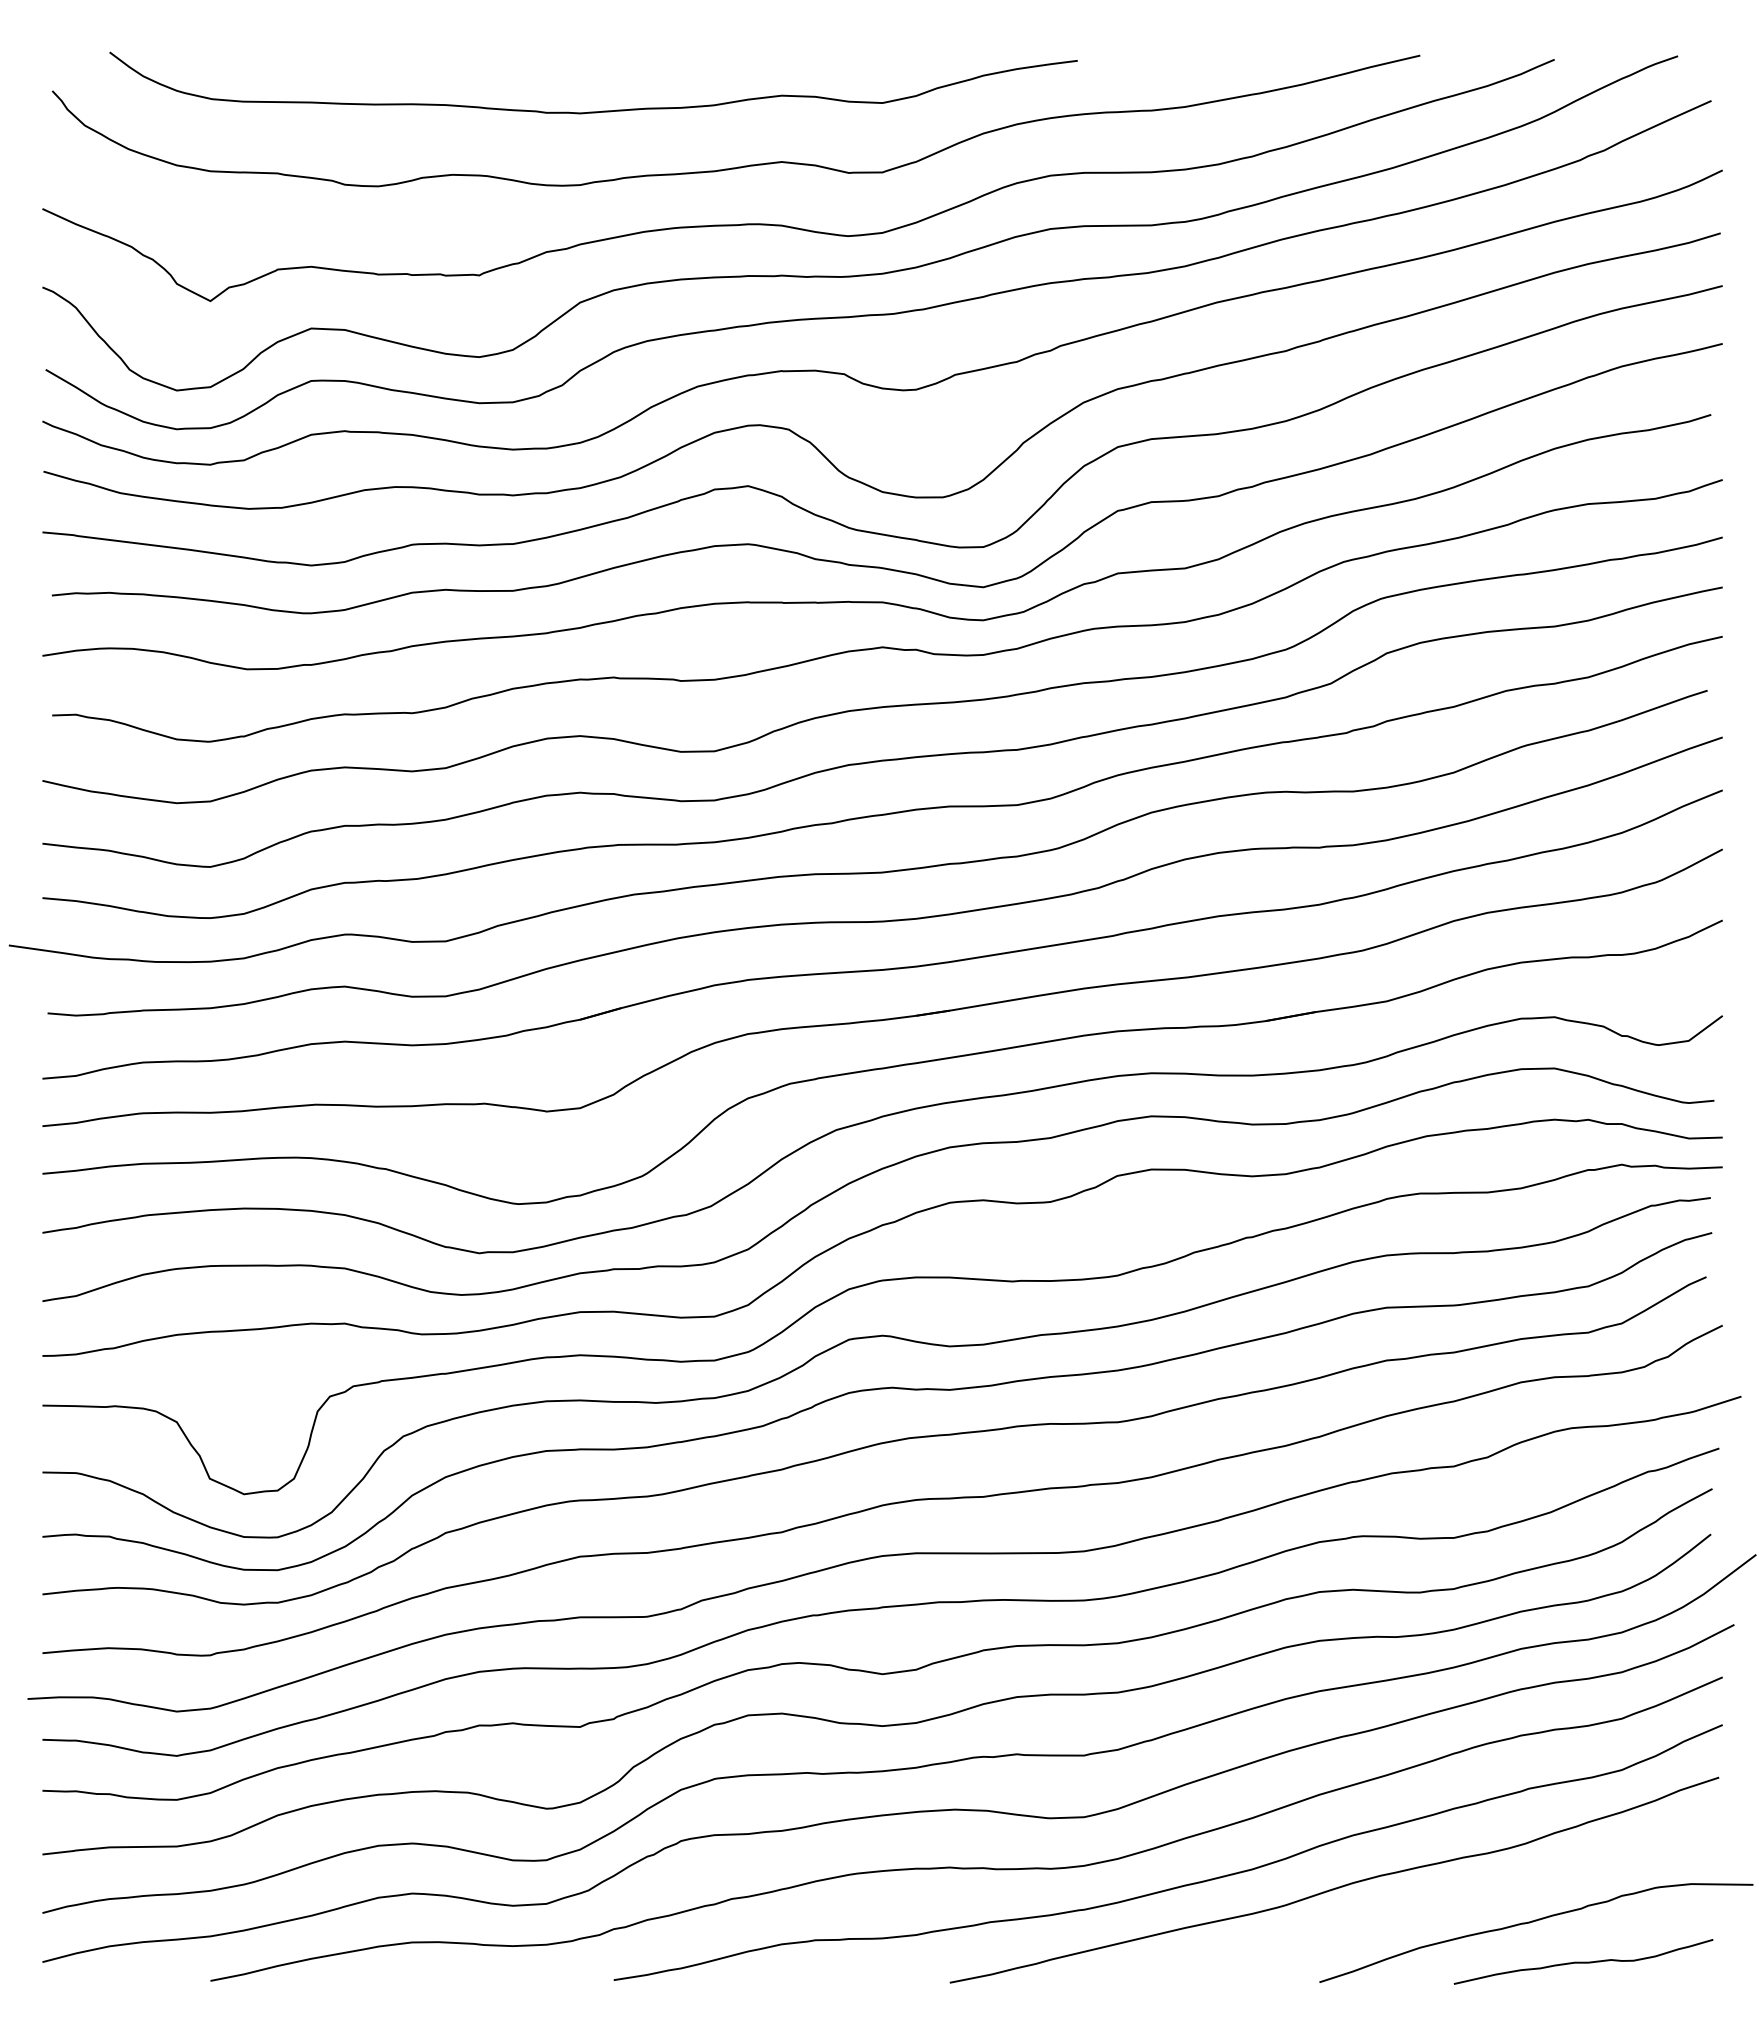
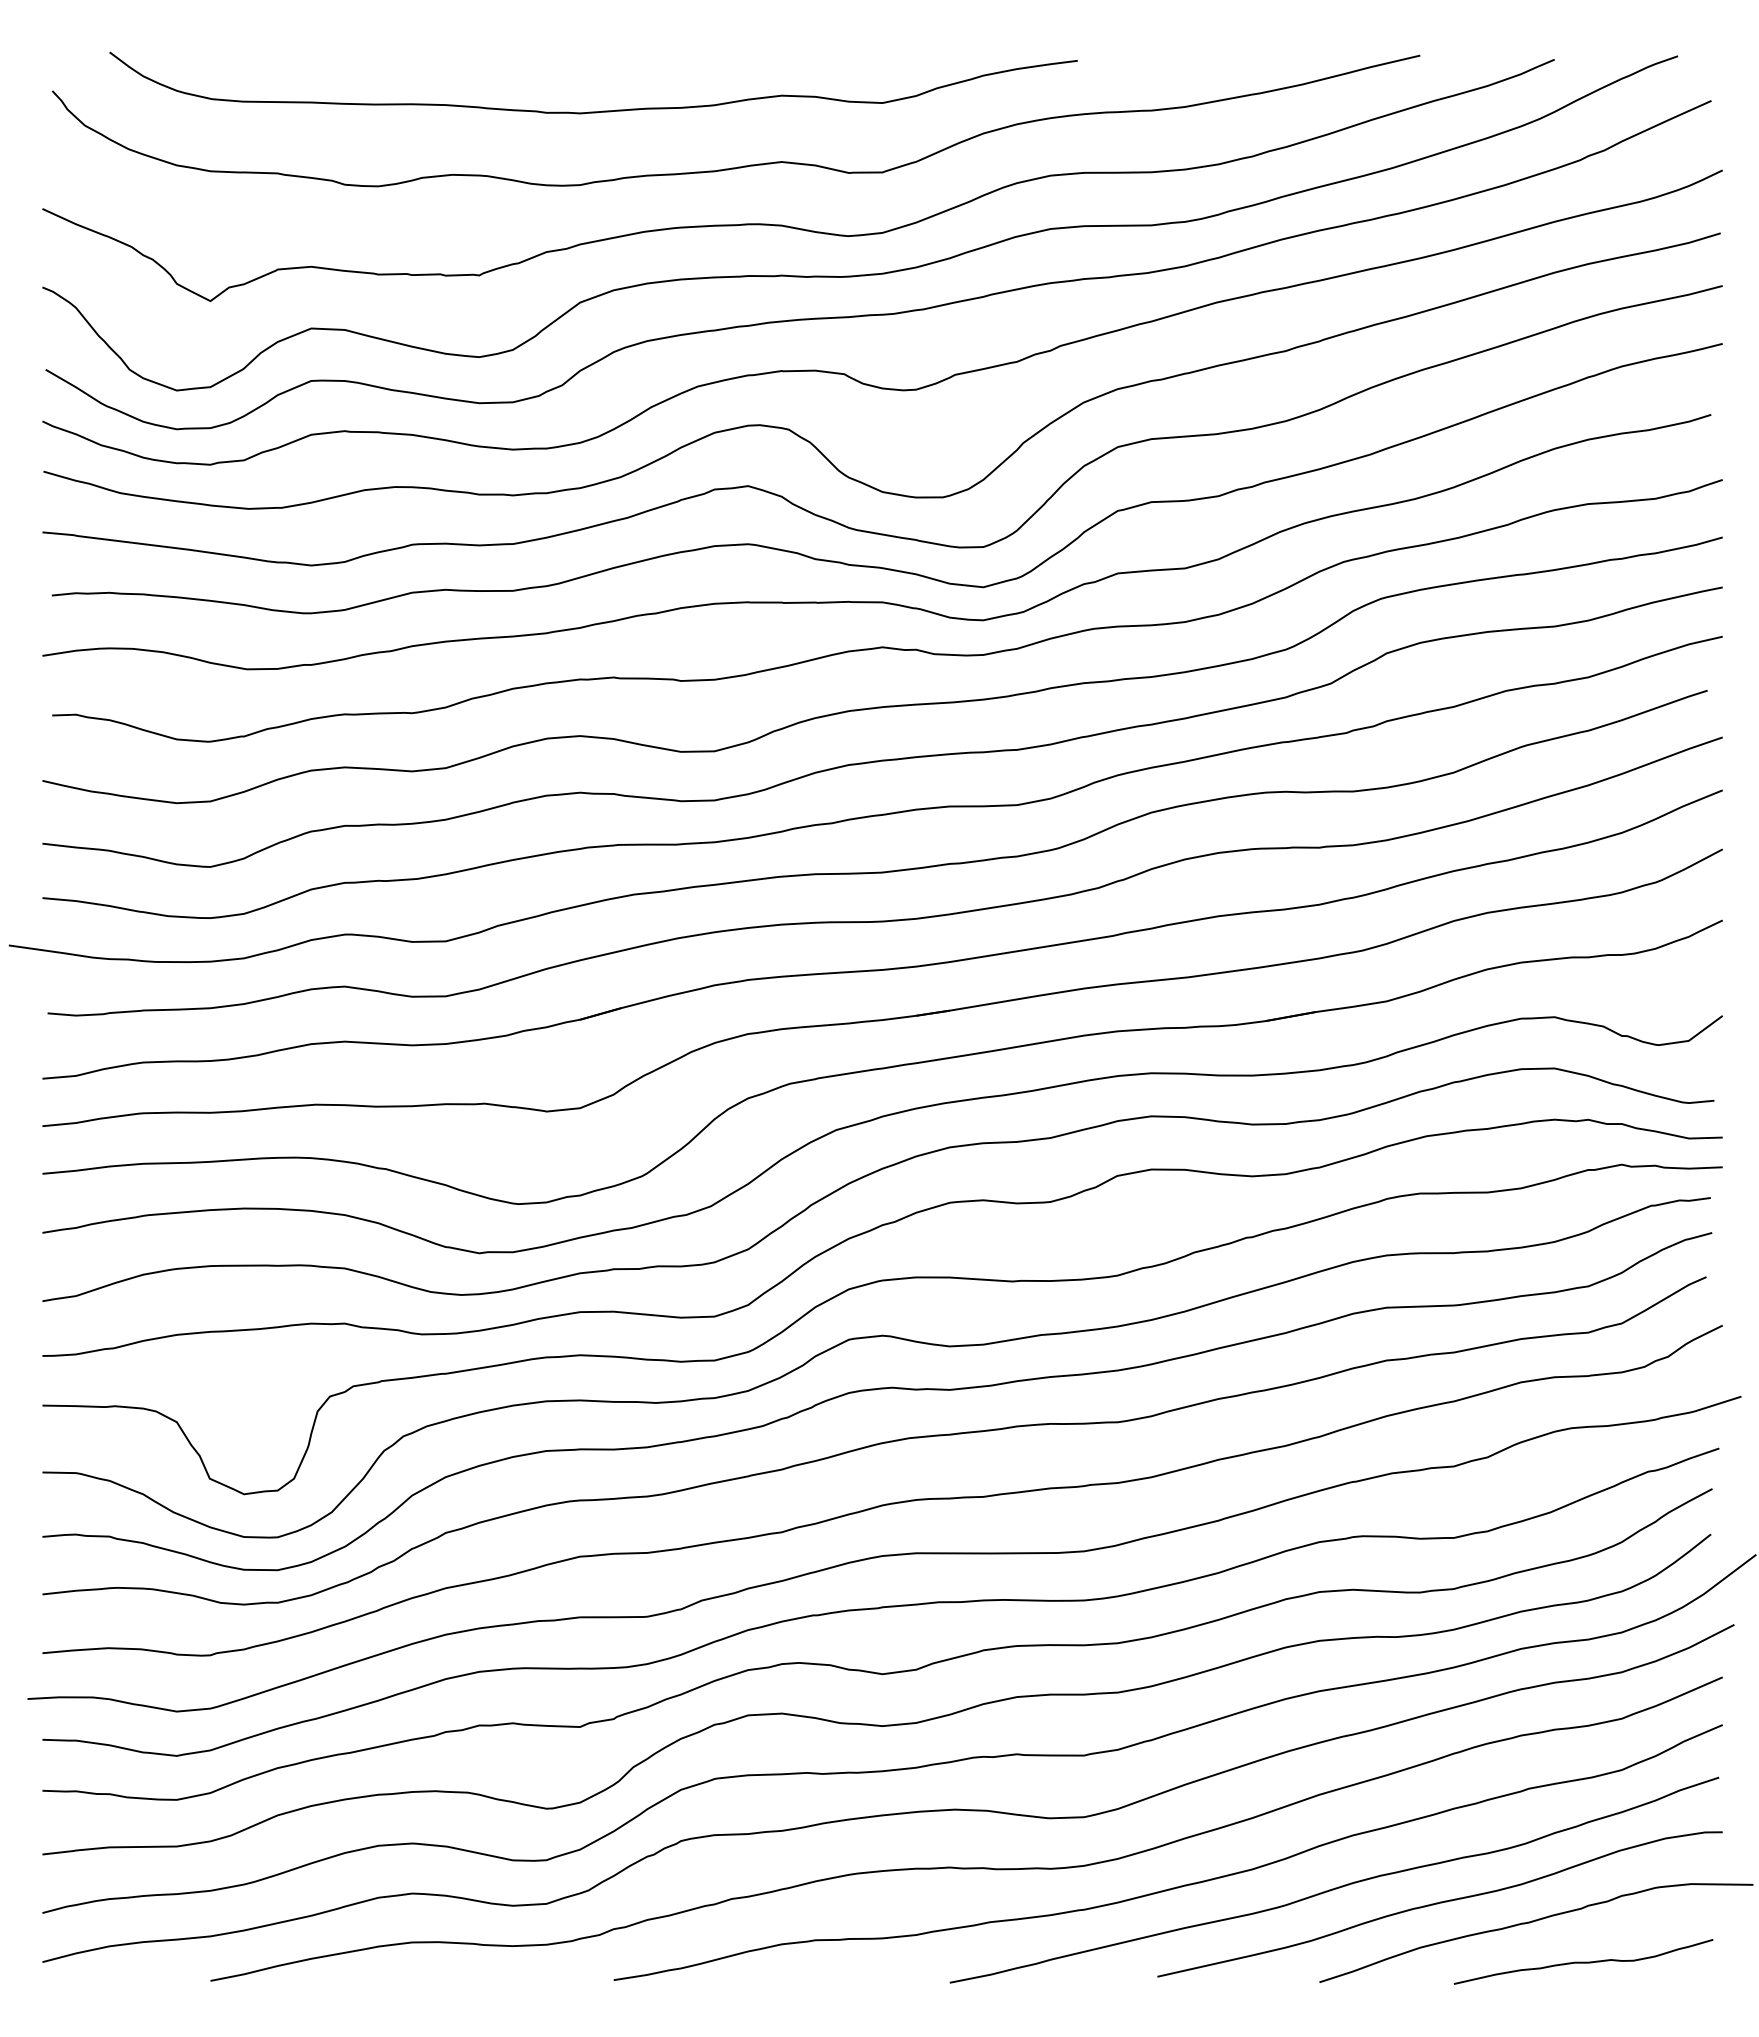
curve at (1439, 1903): none -> present
